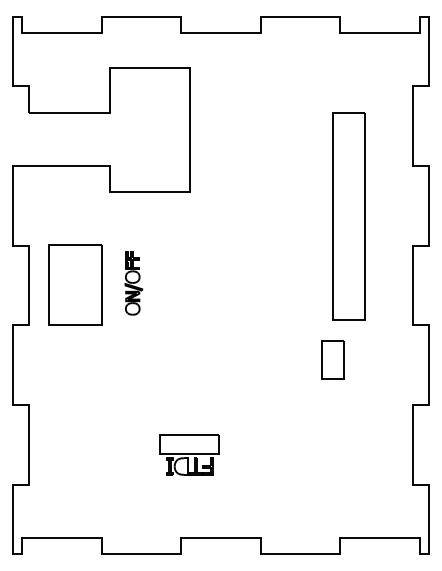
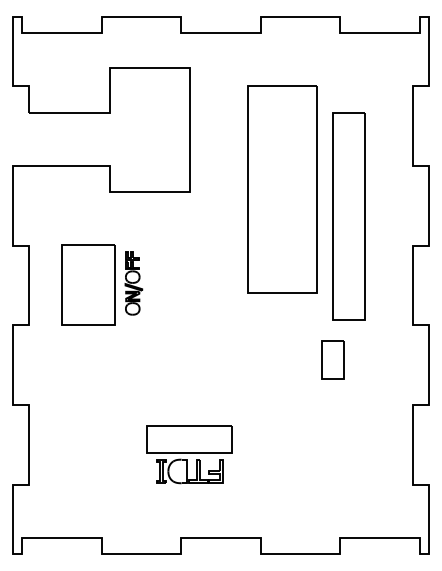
part at (282, 189): none -> present
part at (75, 284) position: (75, 284) -> (88, 284)
part at (189, 454) size: 61x42 px -> 87x60 px
